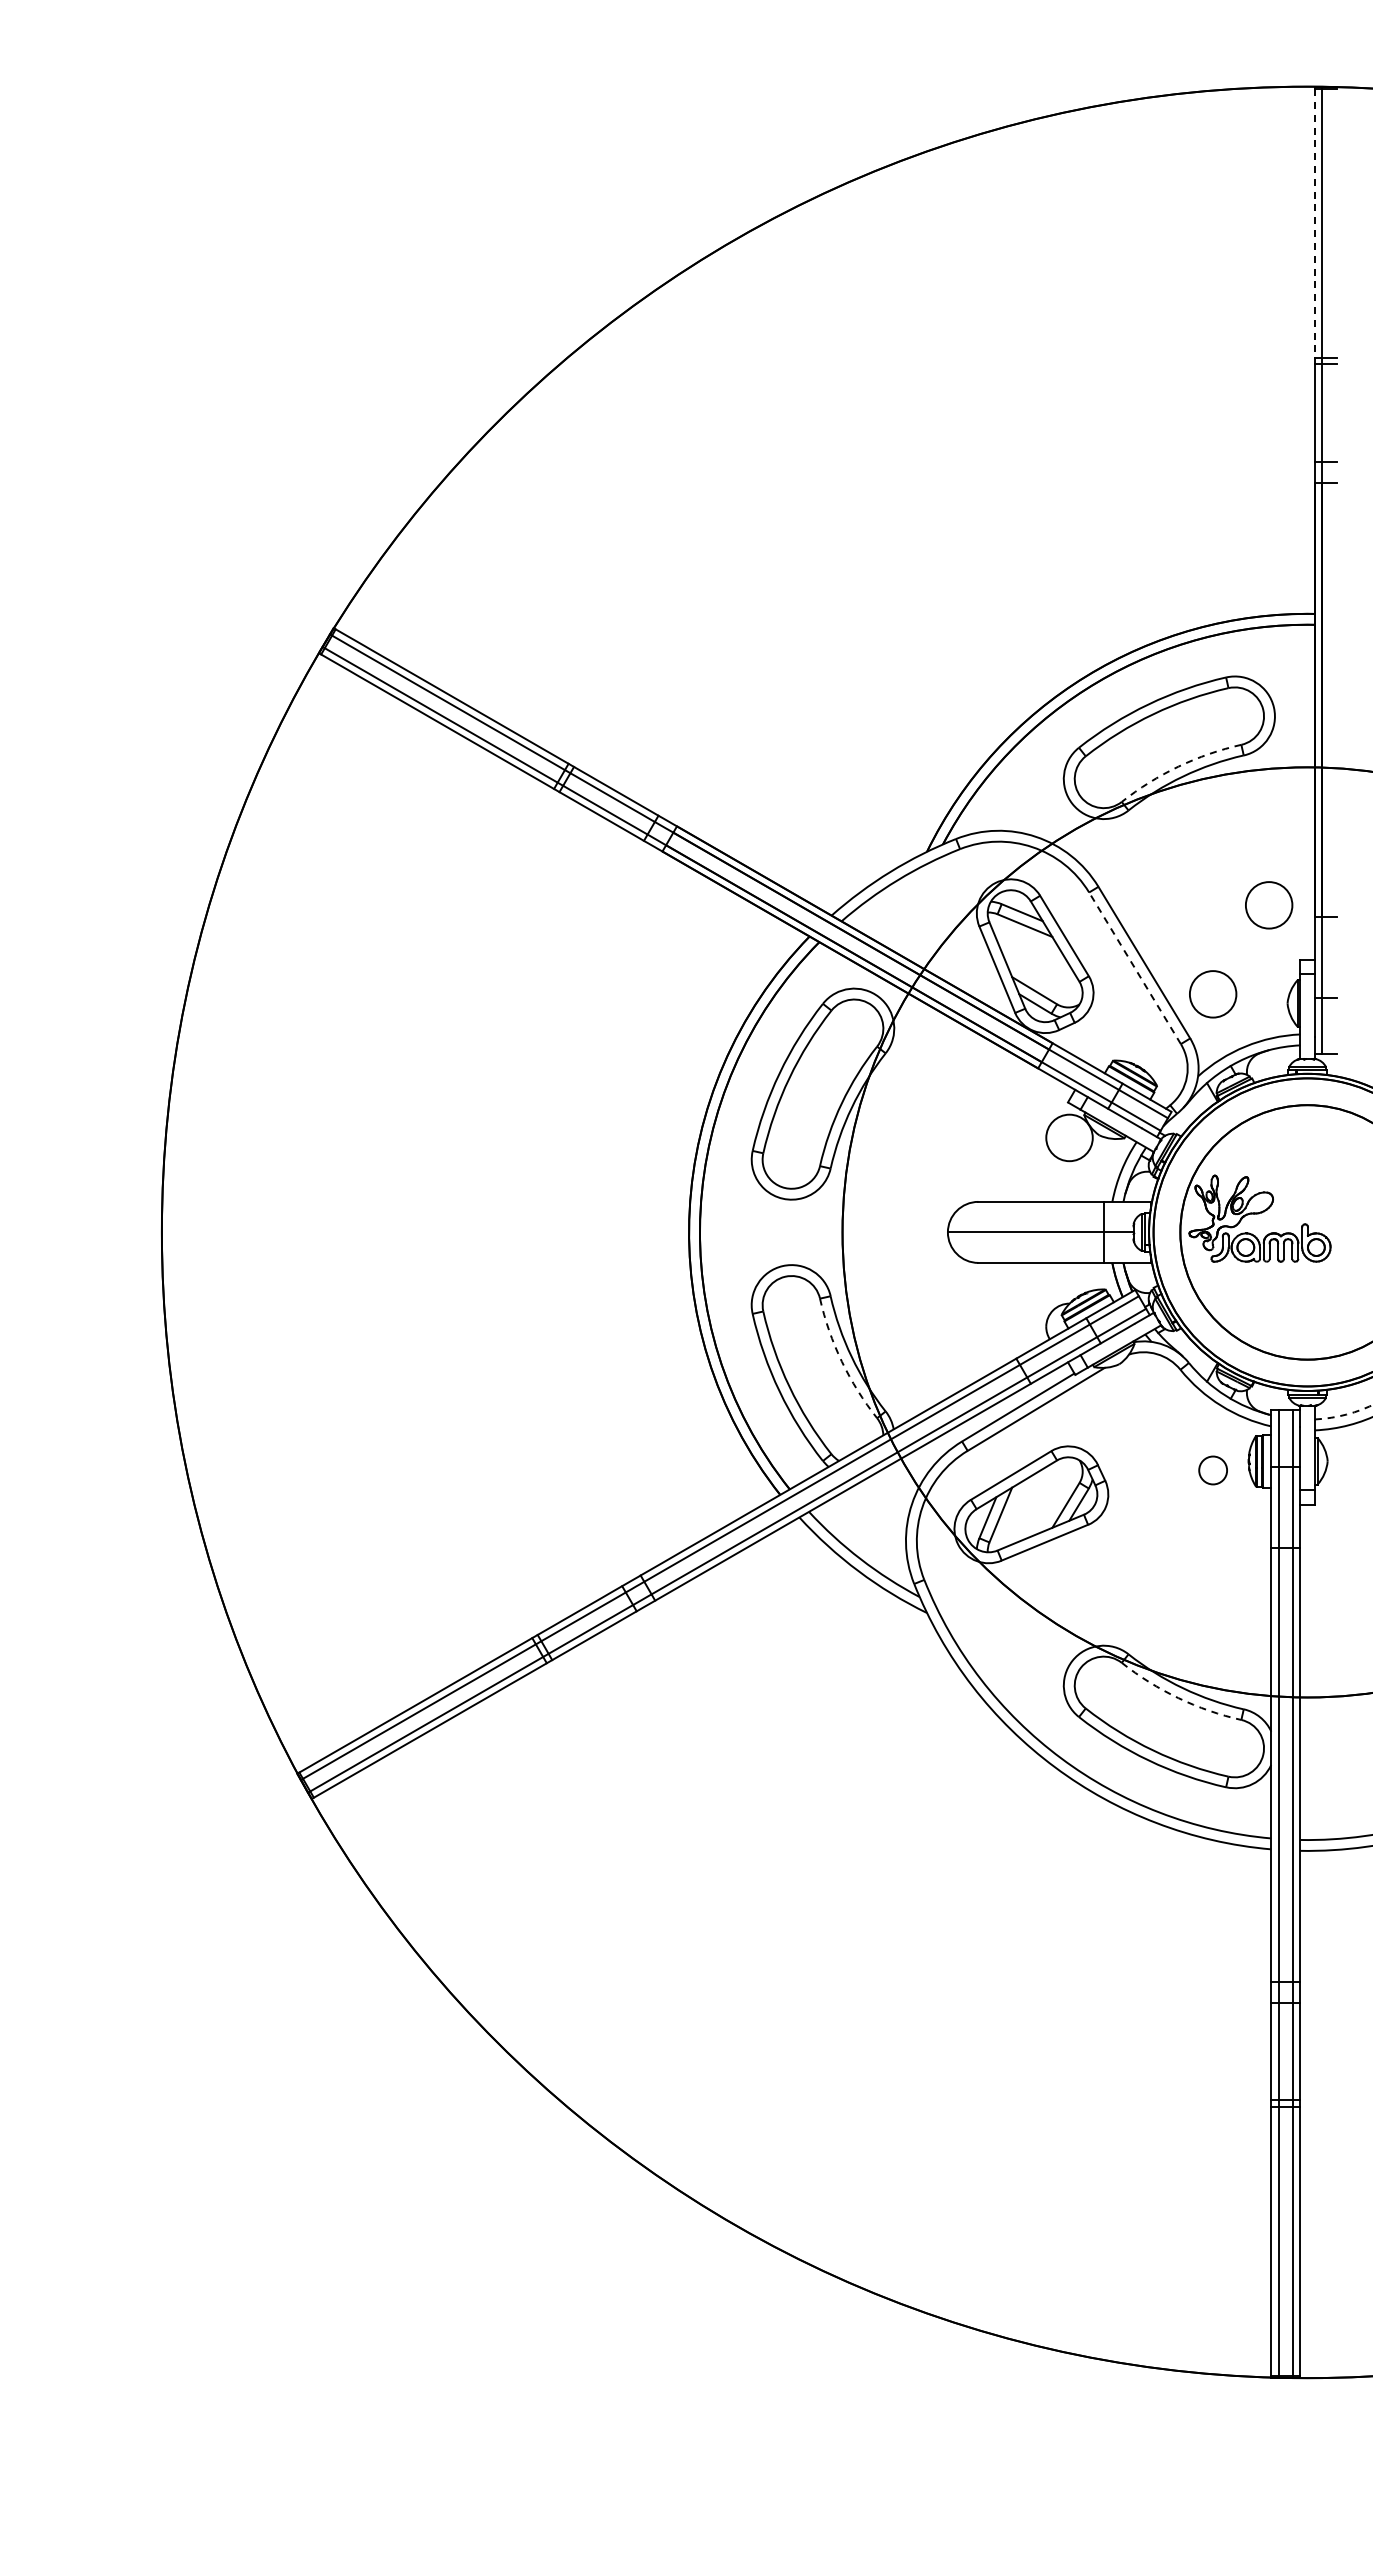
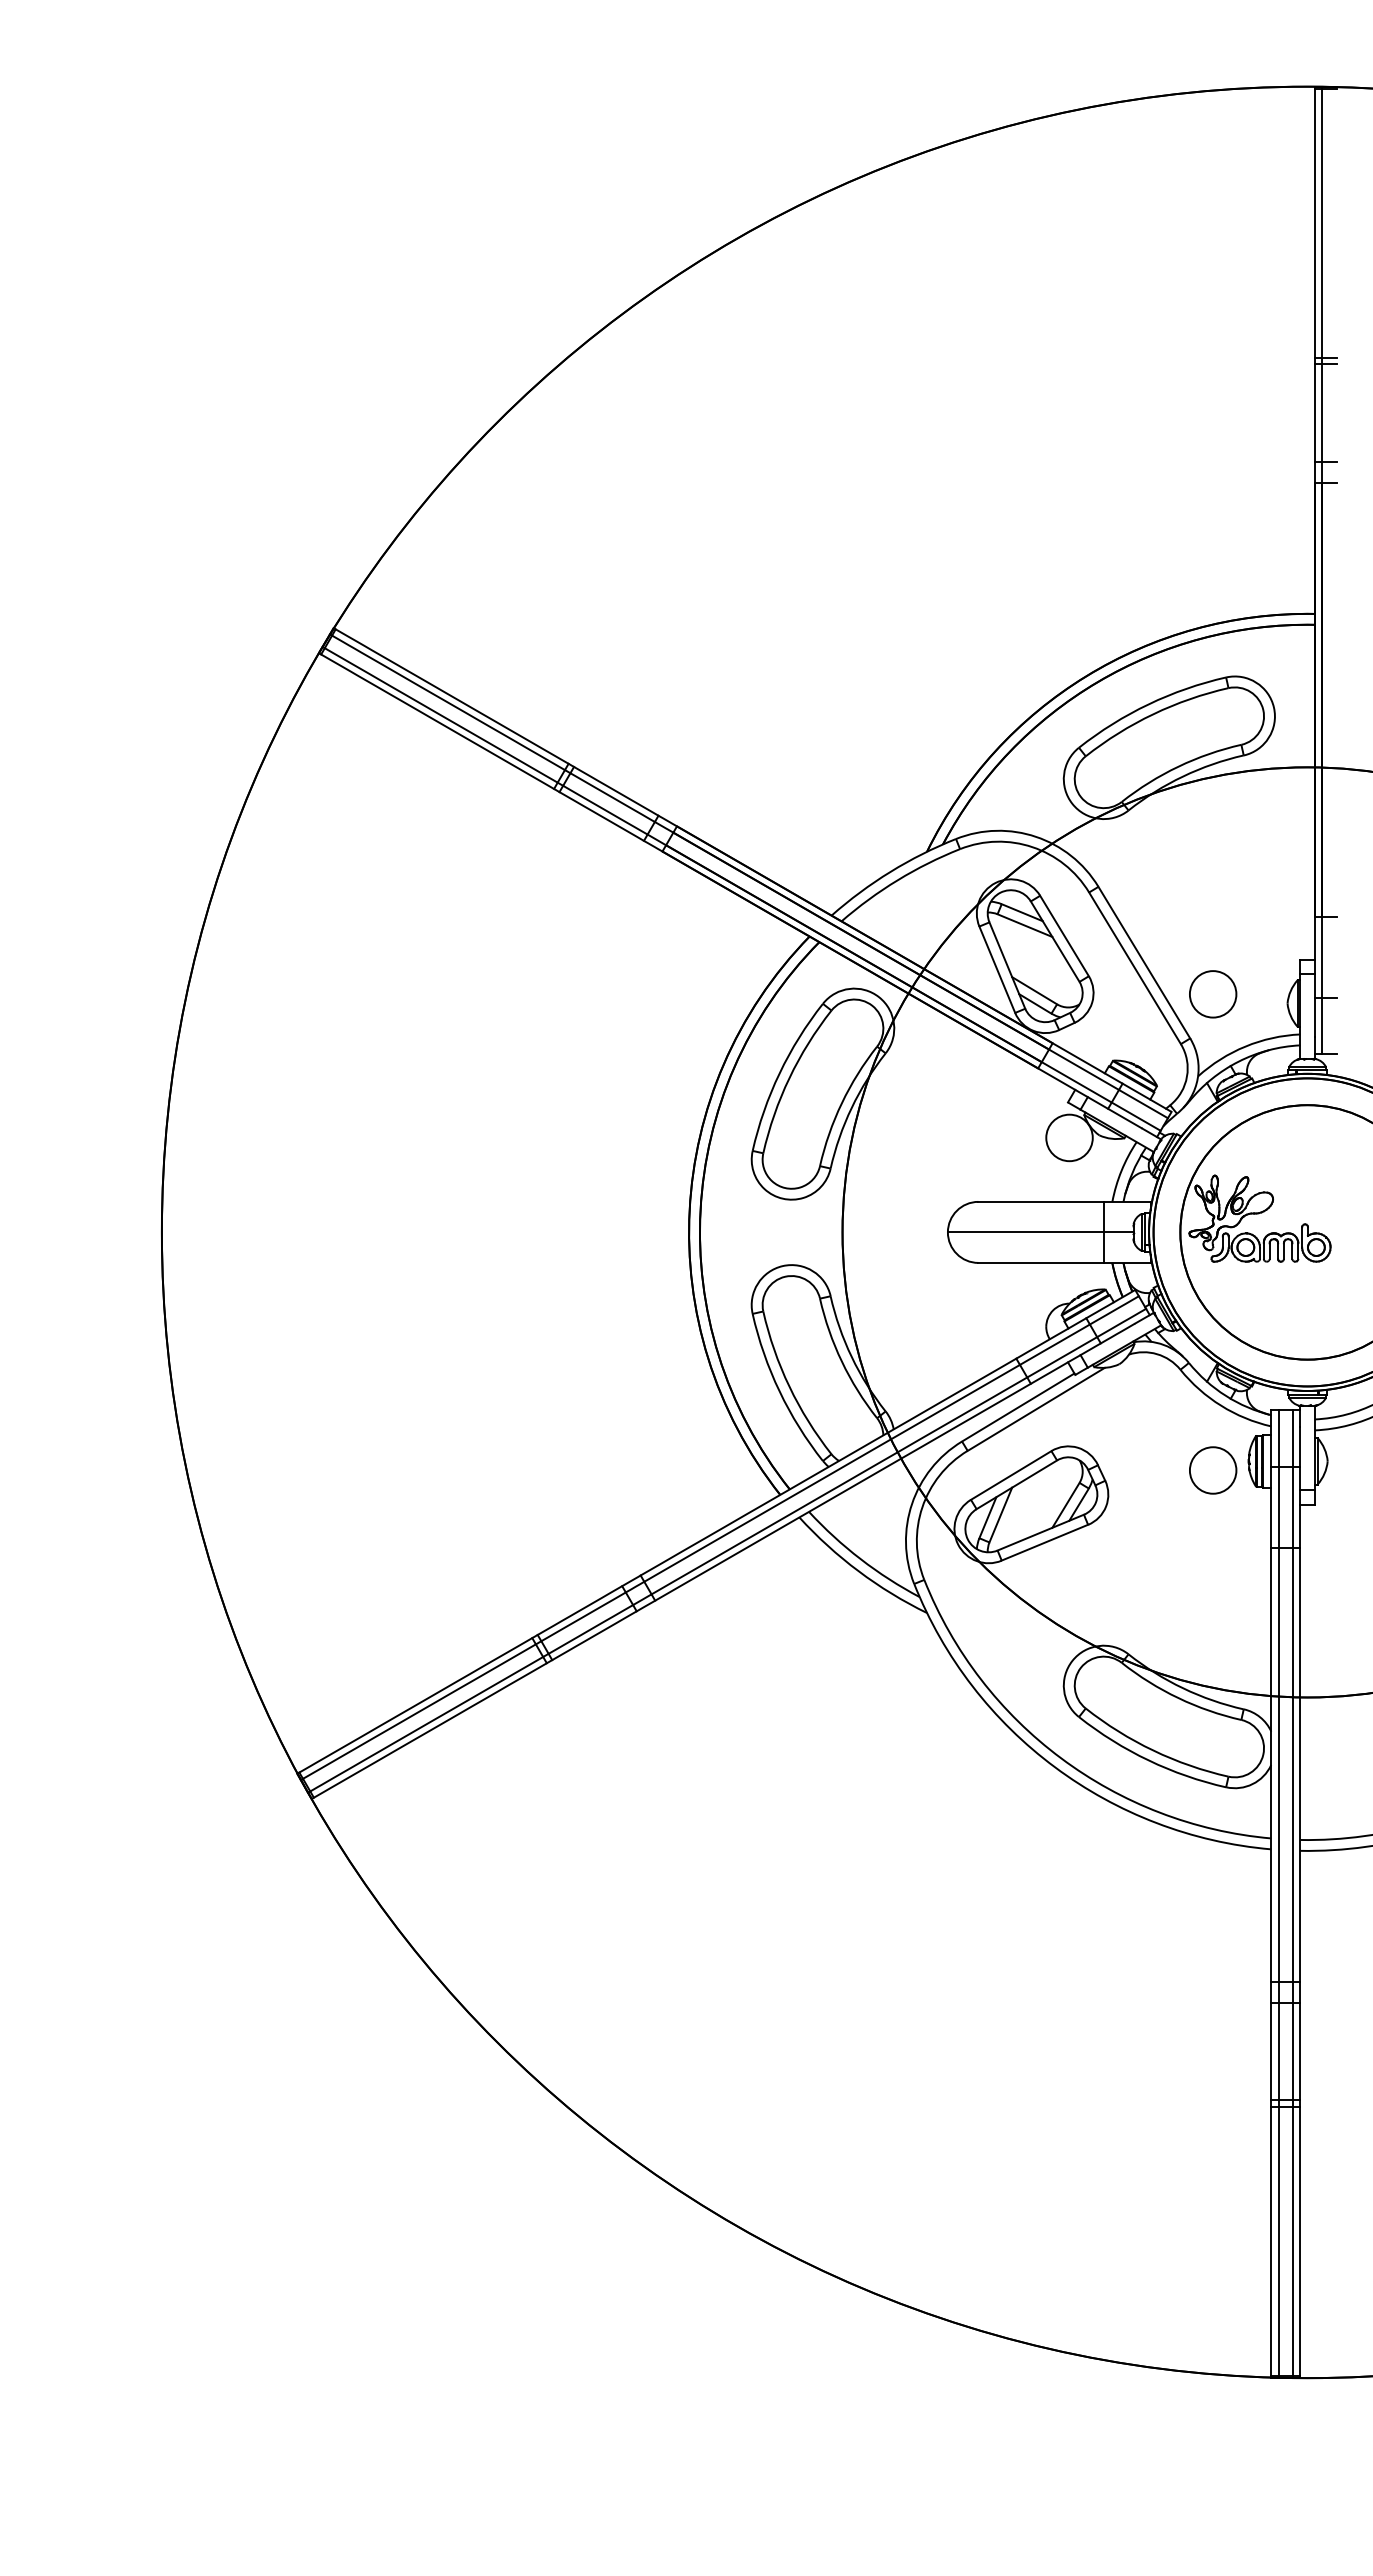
line at (1314, 224): dashed -> solid
arc at (1178, 766): dashed -> solid
circle at (1269, 905): present -> none
line at (1135, 968): dashed -> solid
arc at (841, 1361): dashed -> solid
arc at (1344, 1415): dashed -> solid
circle at (1213, 1470) diameter: 28 px -> 47 px
arc at (1178, 1698): dashed -> solid
